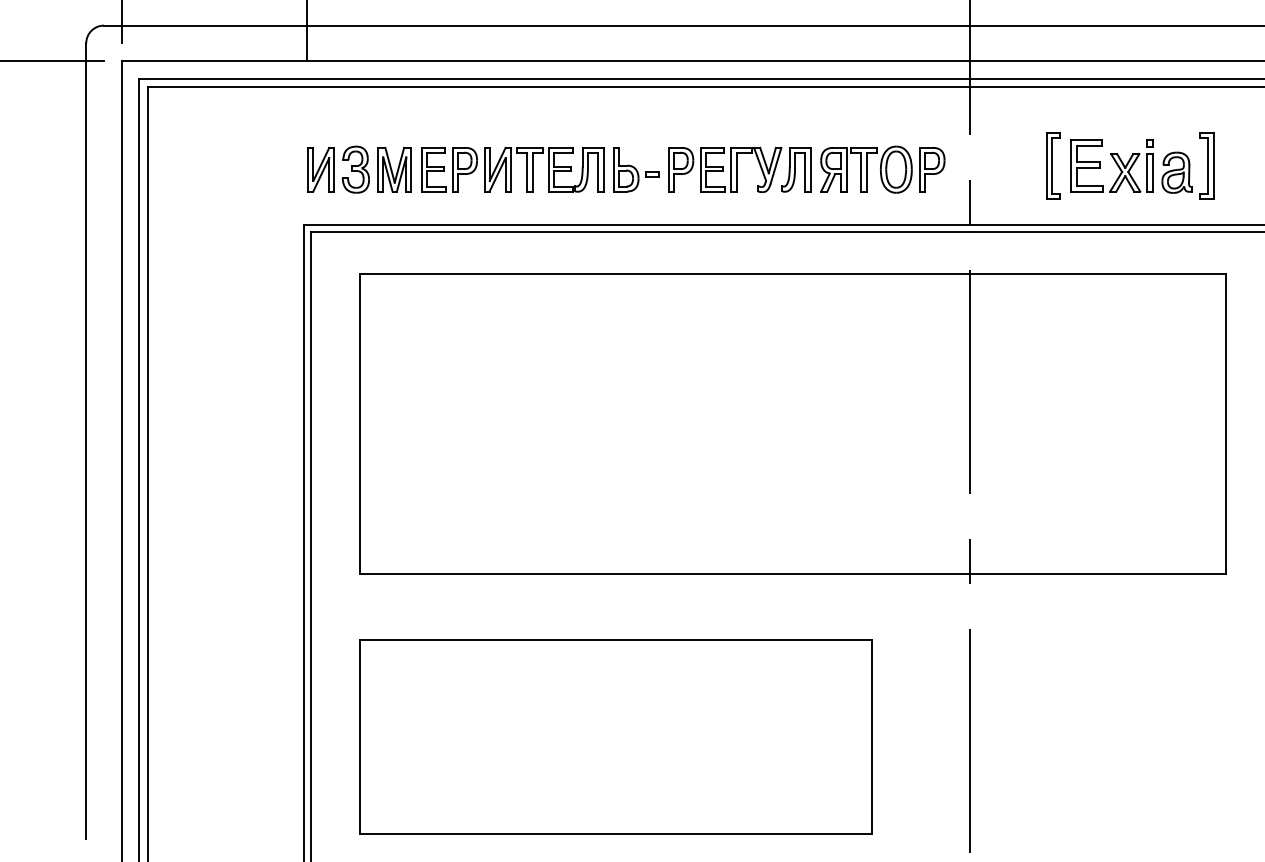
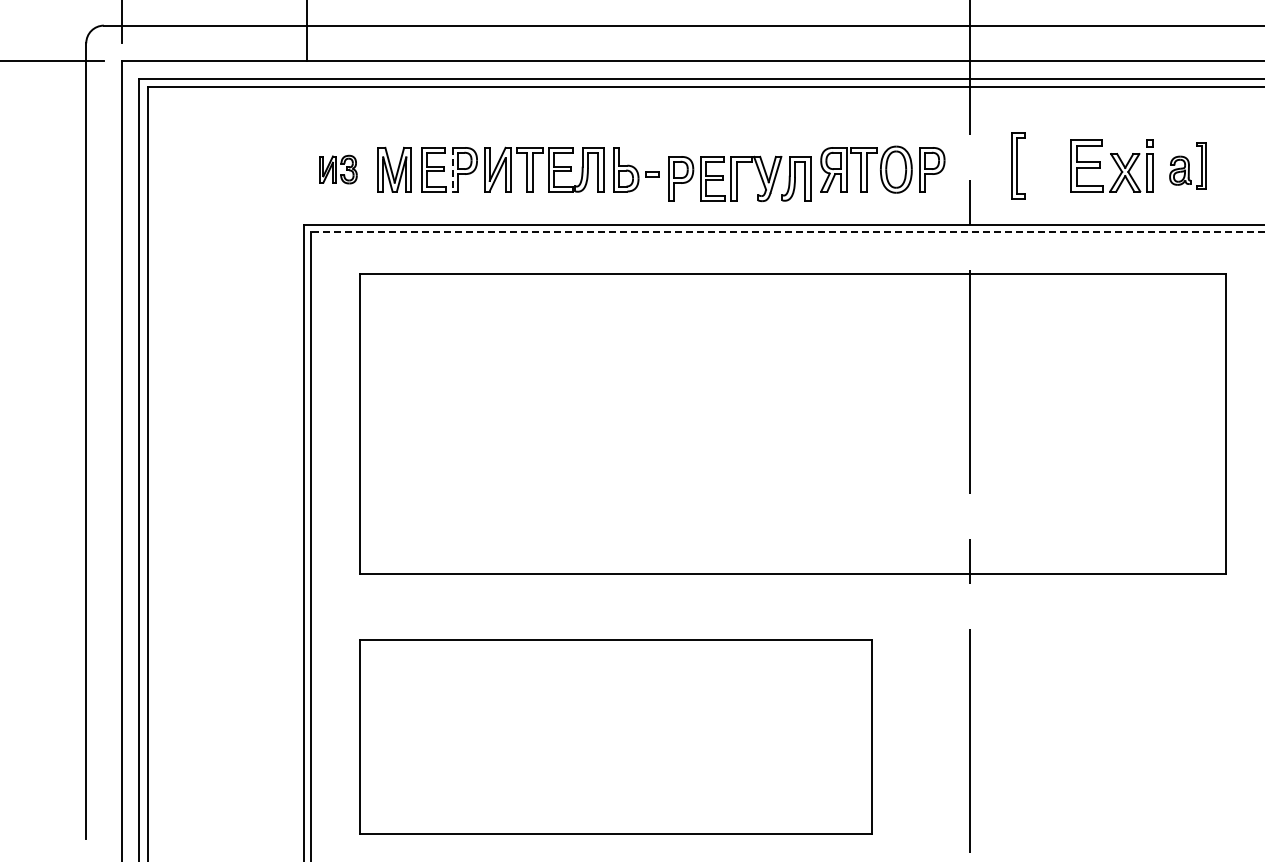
part at (1053, 165) position: (1053, 165) -> (1018, 165)
part at (1187, 165) size: 54x68 px -> 38x48 px
part at (338, 169) size: 63x49 px -> 39x31 px
line at (452, 169): solid -> dashed
part at (739, 169) position: (739, 169) -> (739, 178)
line at (787, 232): solid -> dashed
